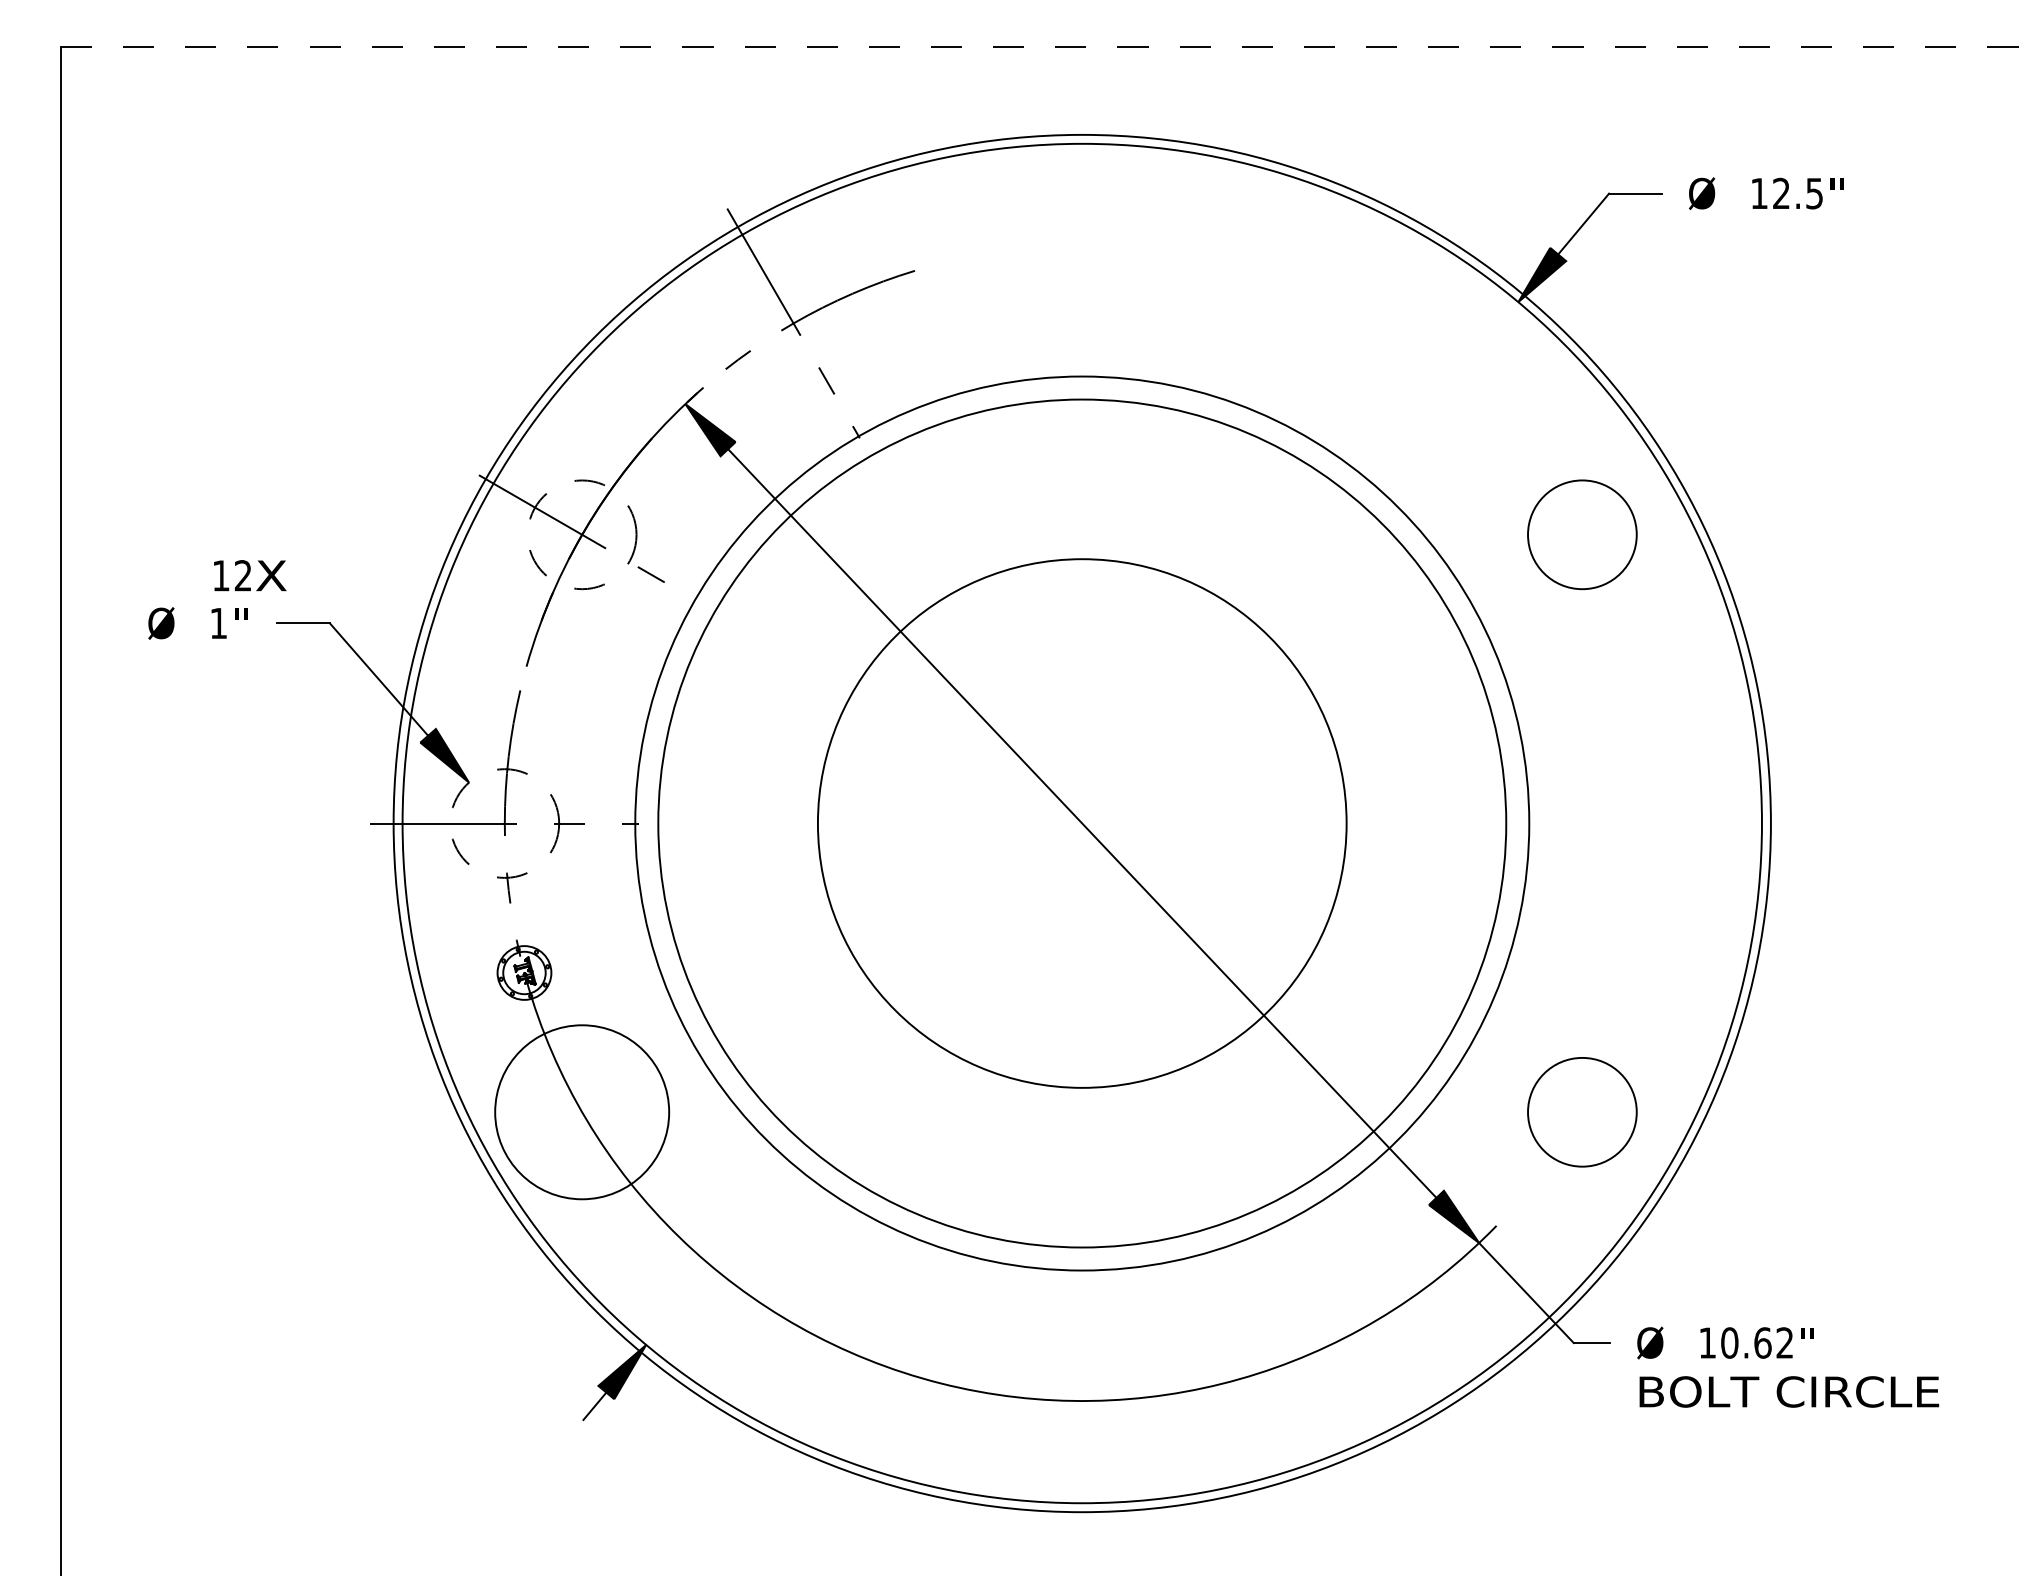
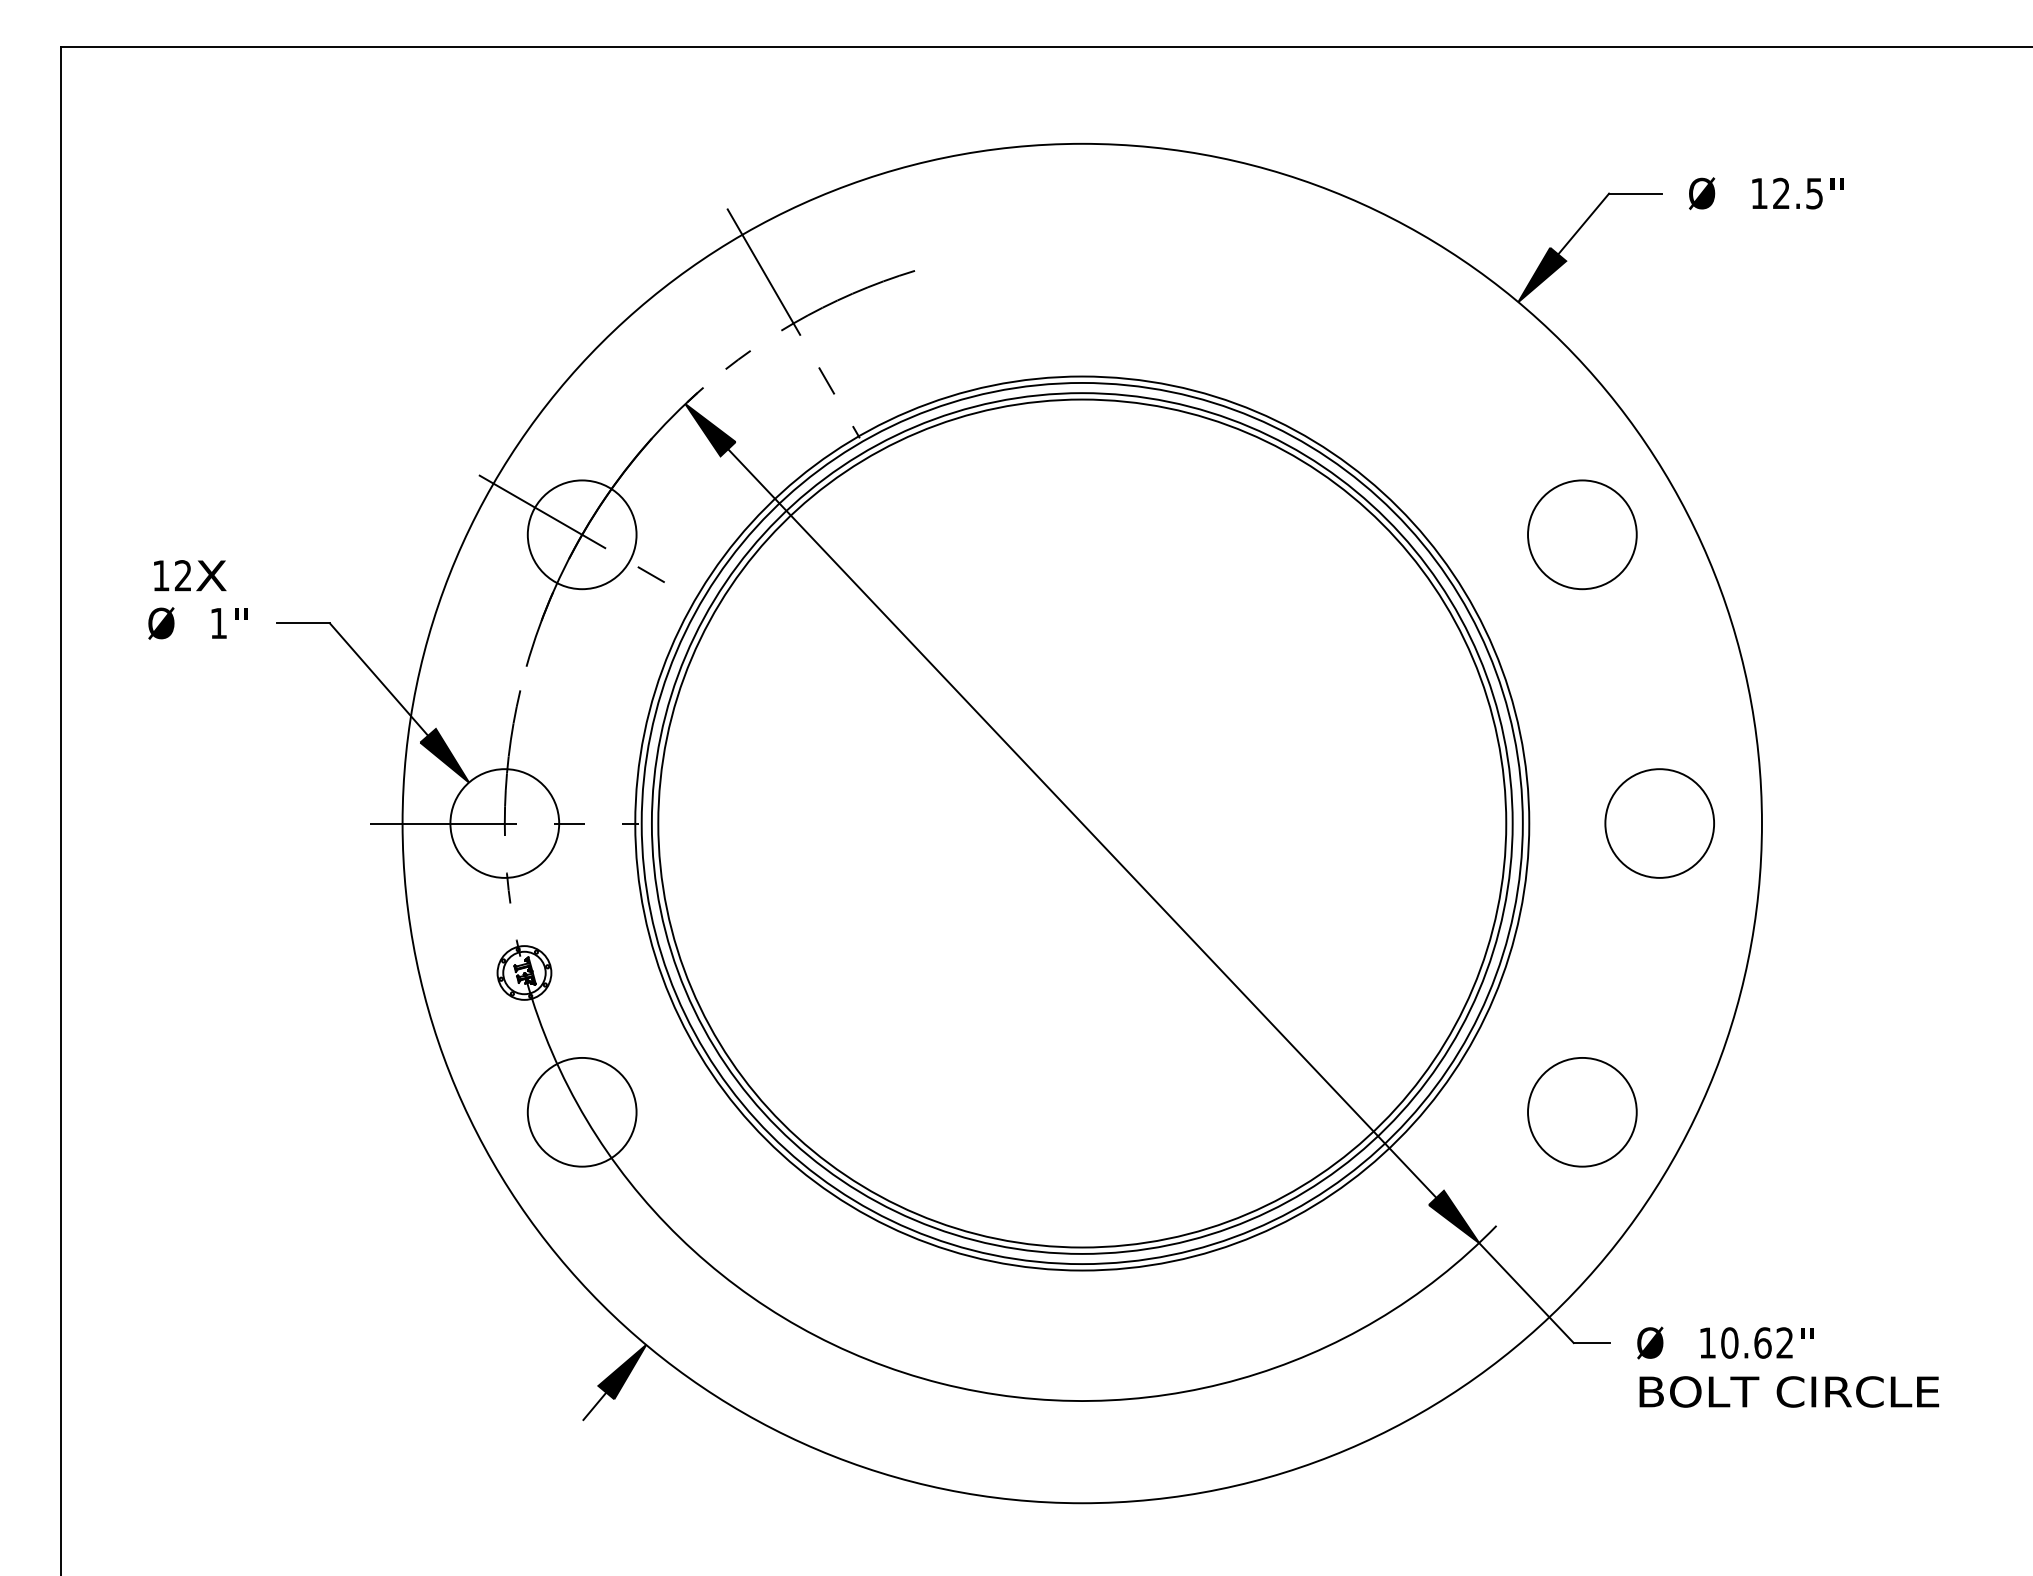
line at (1046, 47): dashed -> solid
circle at (581, 534): dashed -> solid
text at (250, 575) position: (250, 575) -> (190, 575)
circle at (504, 823): dashed -> solid
circle at (1081, 823) diameter: 1377 px -> 861 px
circle at (1081, 823) diameter: 529 px -> 881 px
circle at (1659, 823): none -> present
circle at (582, 1112) diameter: 174 px -> 109 px
